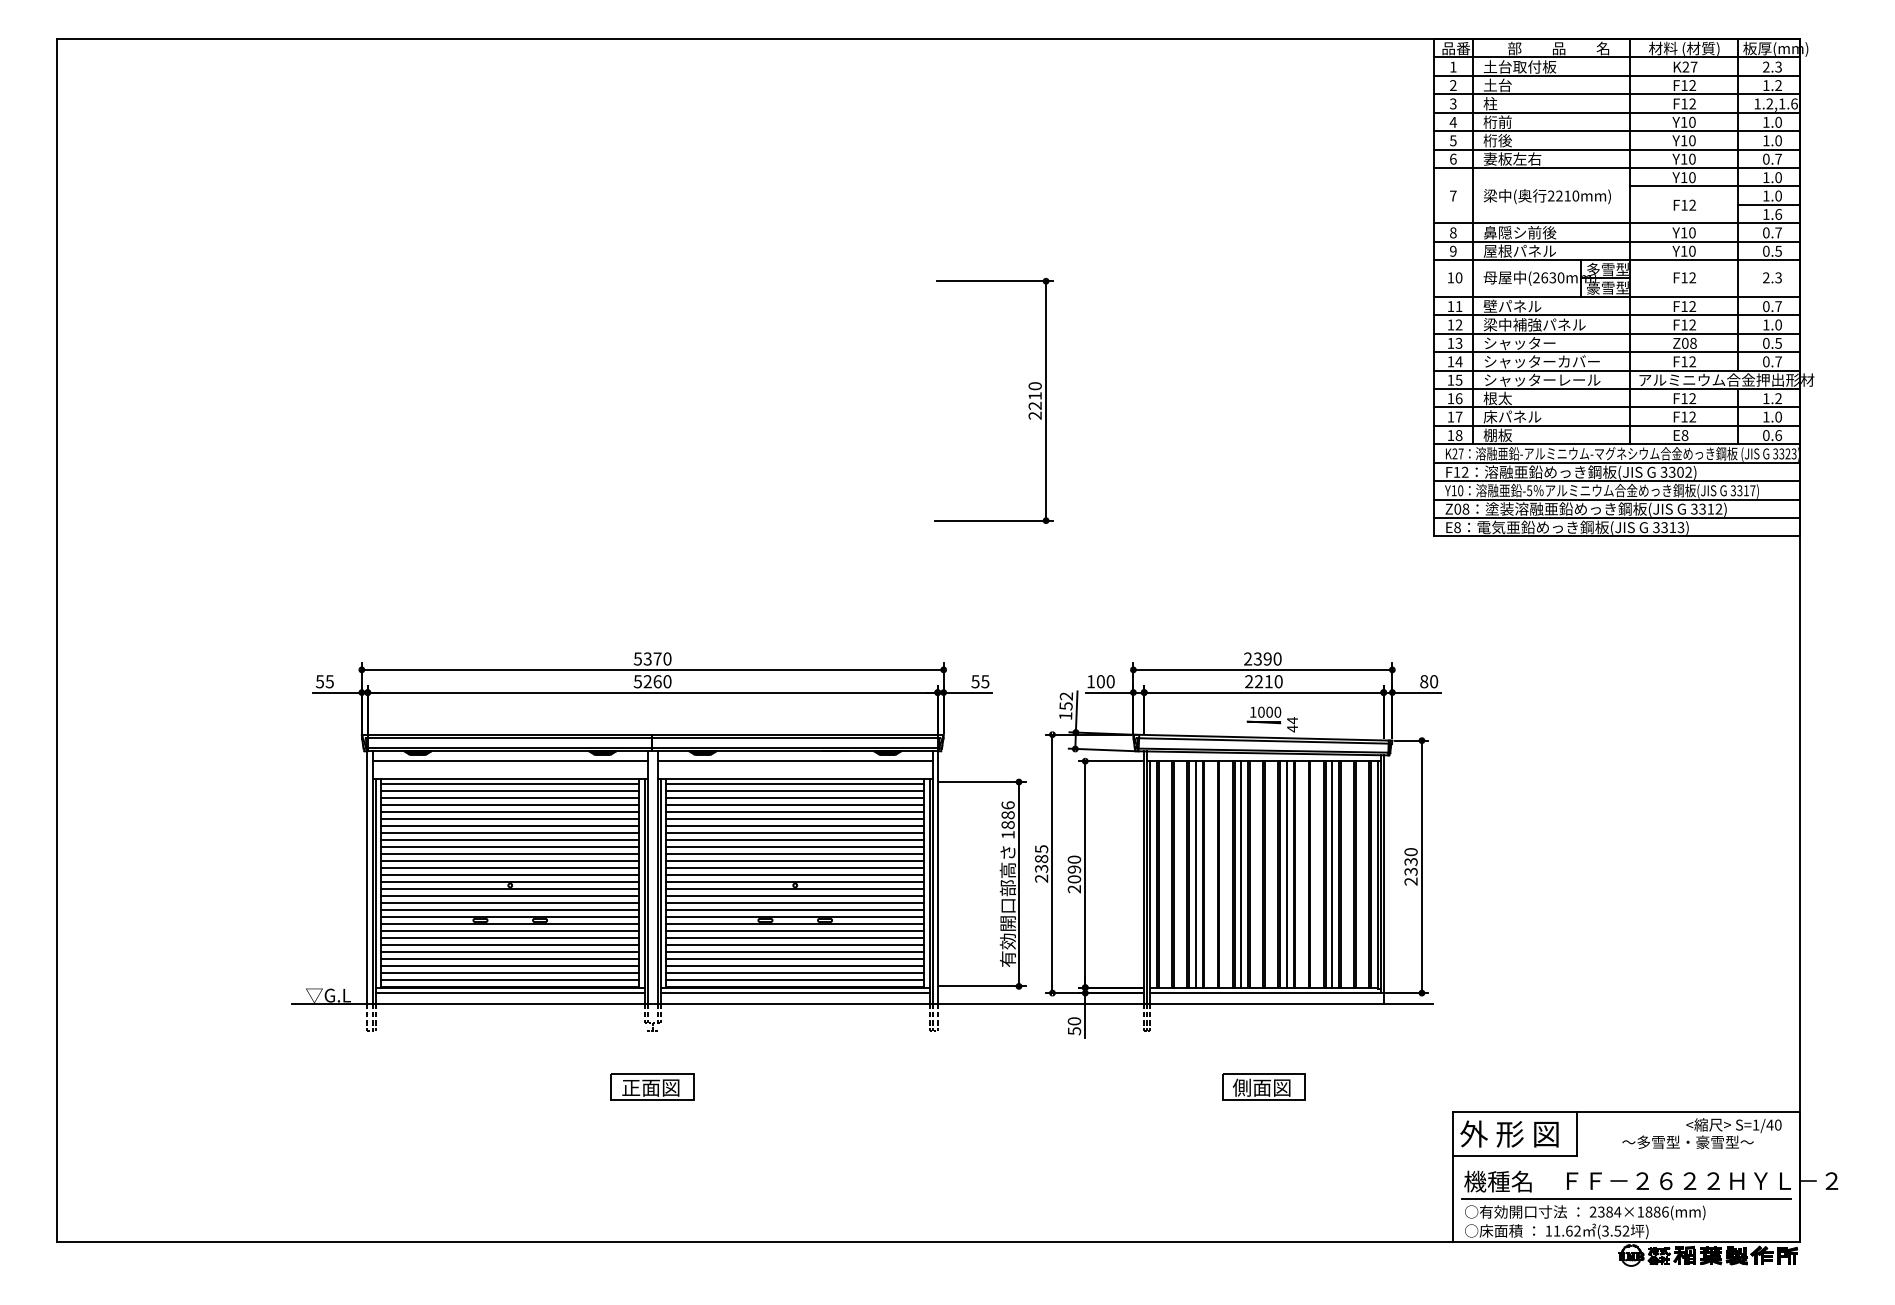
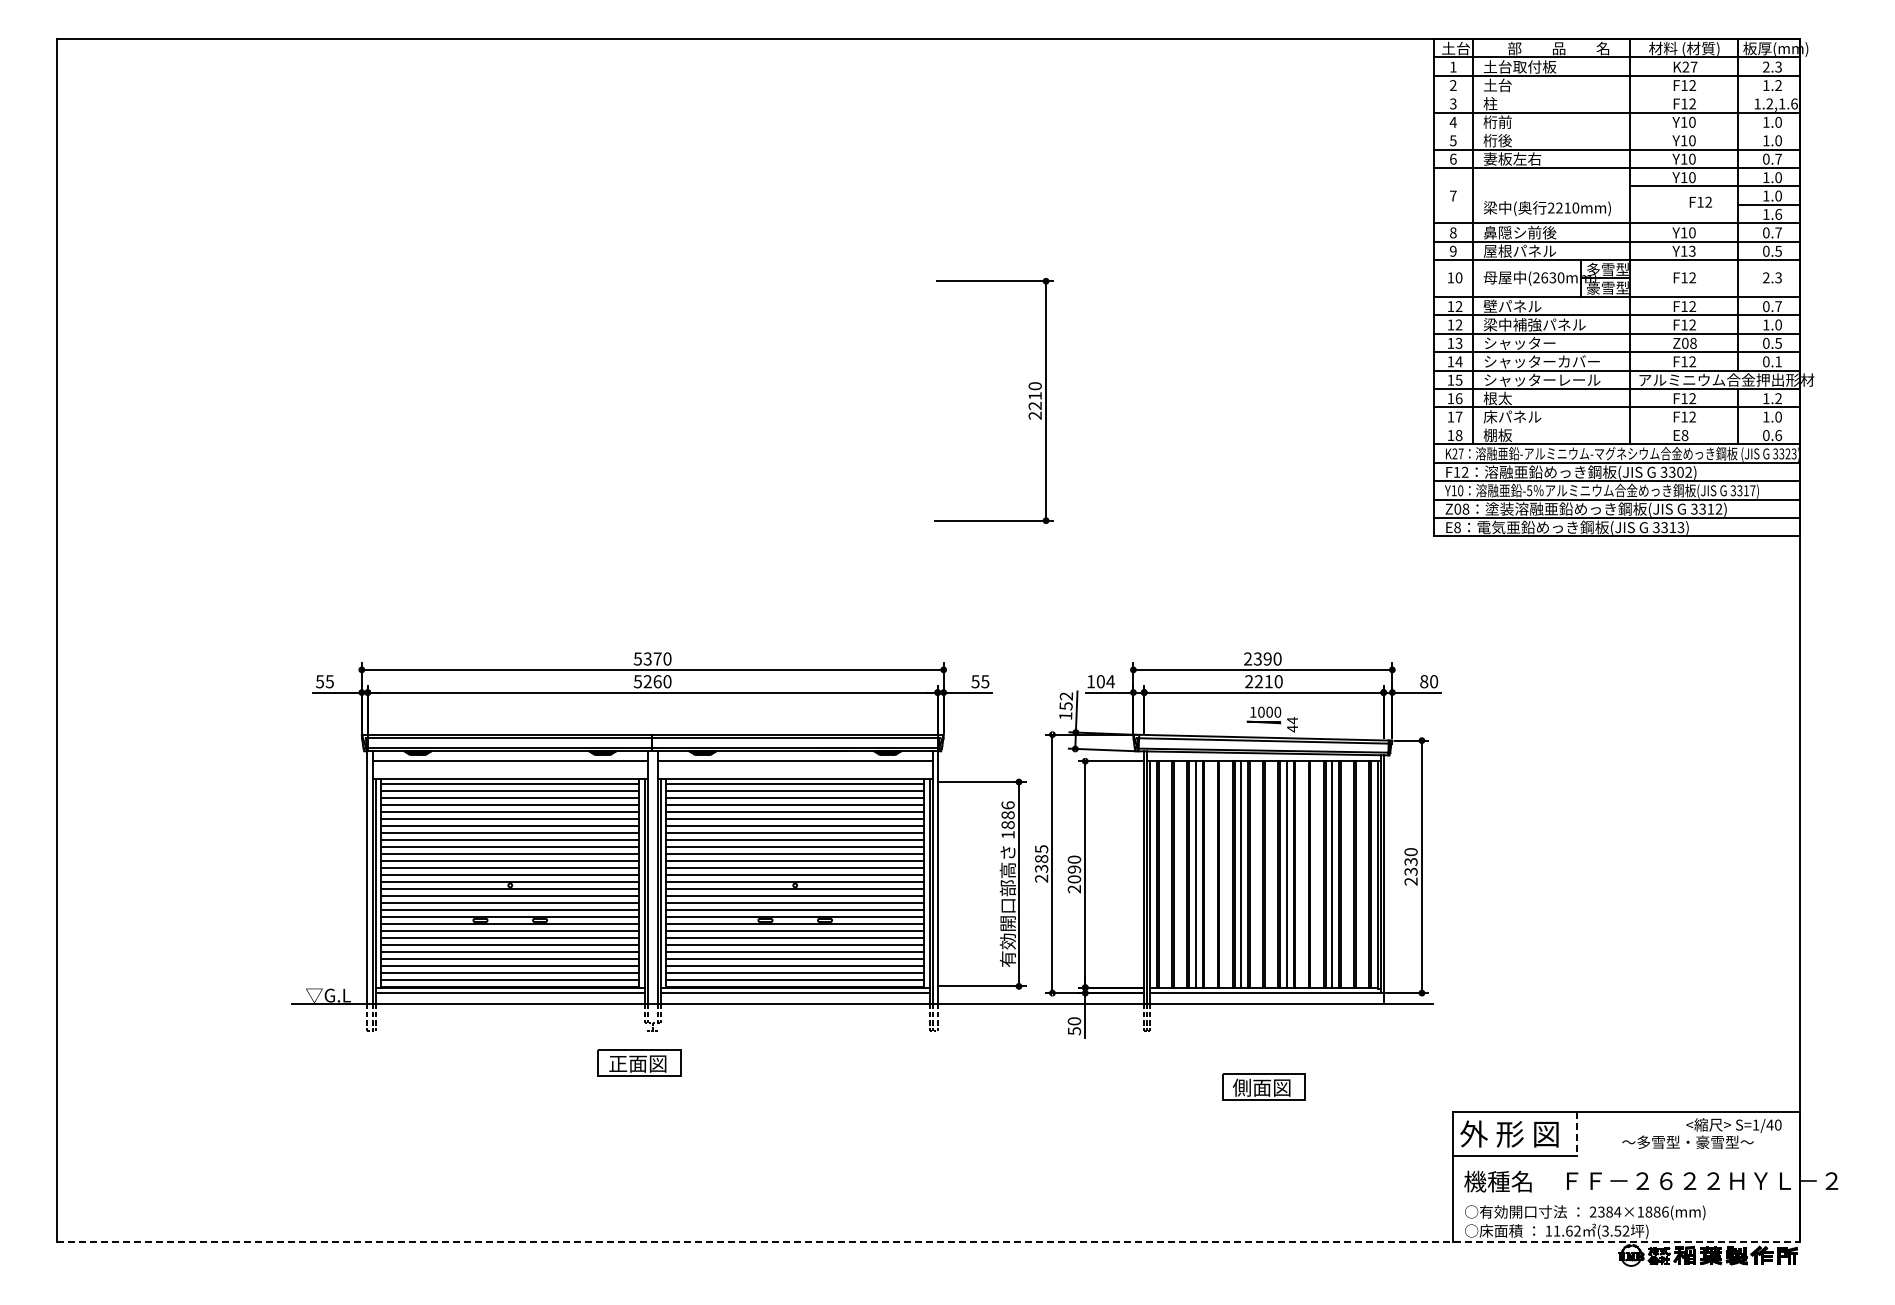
text at (1456, 48): 品番 -> 土台
line at (1616, 94): present -> none
line at (1616, 131): present -> none
text at (1546, 196) position: (1546, 196) -> (1546, 208)
text at (1684, 204) position: (1684, 204) -> (1700, 201)
text at (1692, 250): Y10 -> Y13
text at (1458, 306): 11 -> 12
text at (1778, 361): 0.7 -> 0.1
line at (1616, 425): present -> none
text at (1110, 681): 100 -> 104
part at (652, 1086) position: (652, 1086) -> (639, 1062)
line at (1577, 1133): solid -> dashed
line at (1626, 1198): present -> none
line at (928, 1242): solid -> dashed
